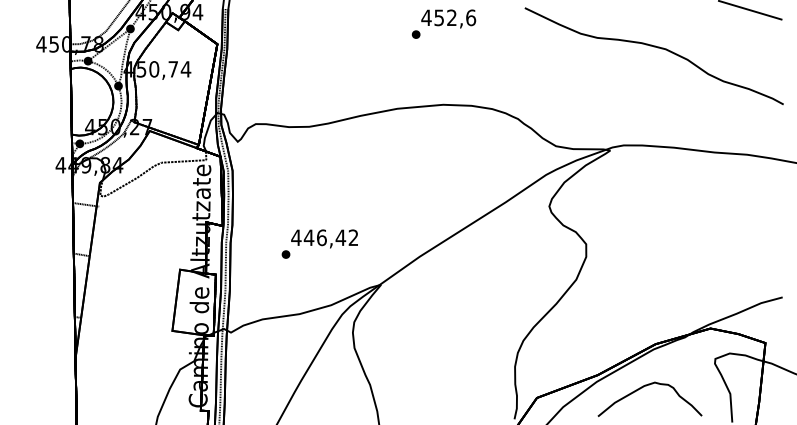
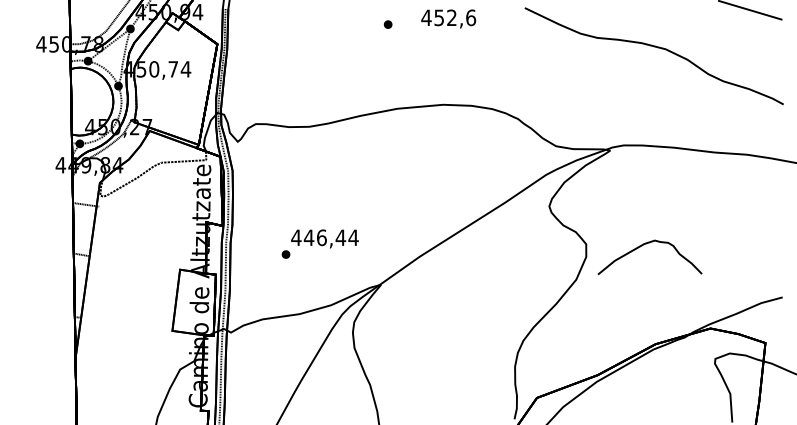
part at (415, 34) position: (415, 34) -> (387, 24)
text at (353, 237): 446,42 -> 446,44
curve at (642, 388) position: (642, 388) -> (642, 246)
